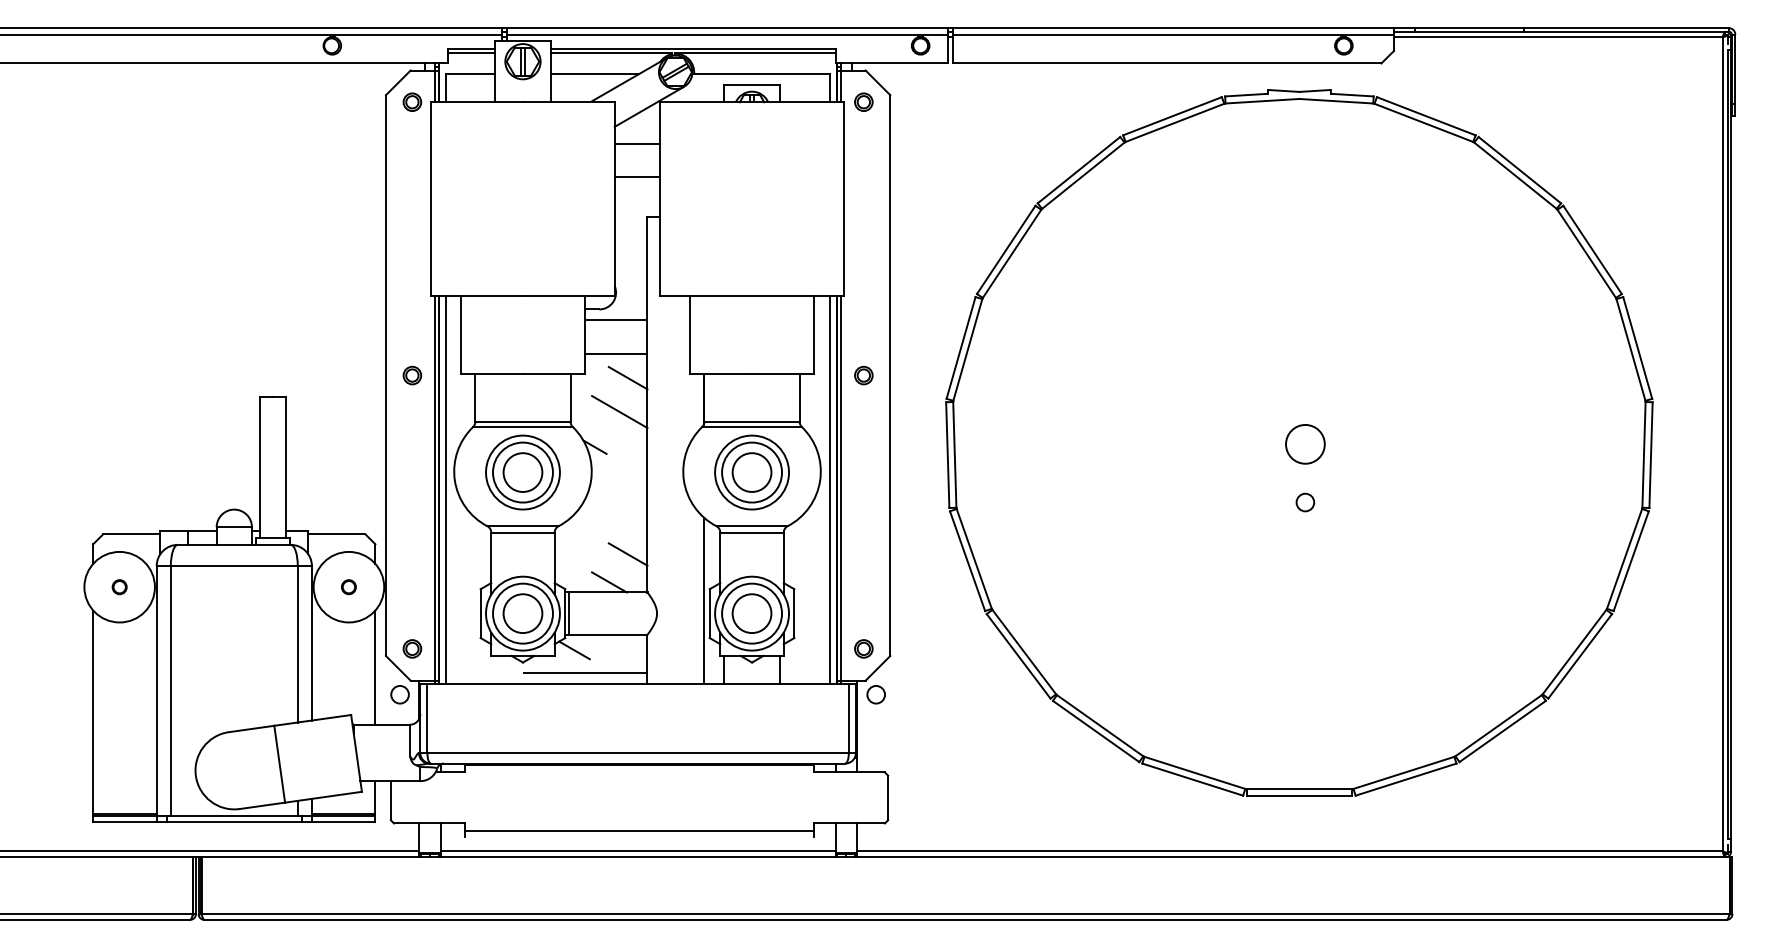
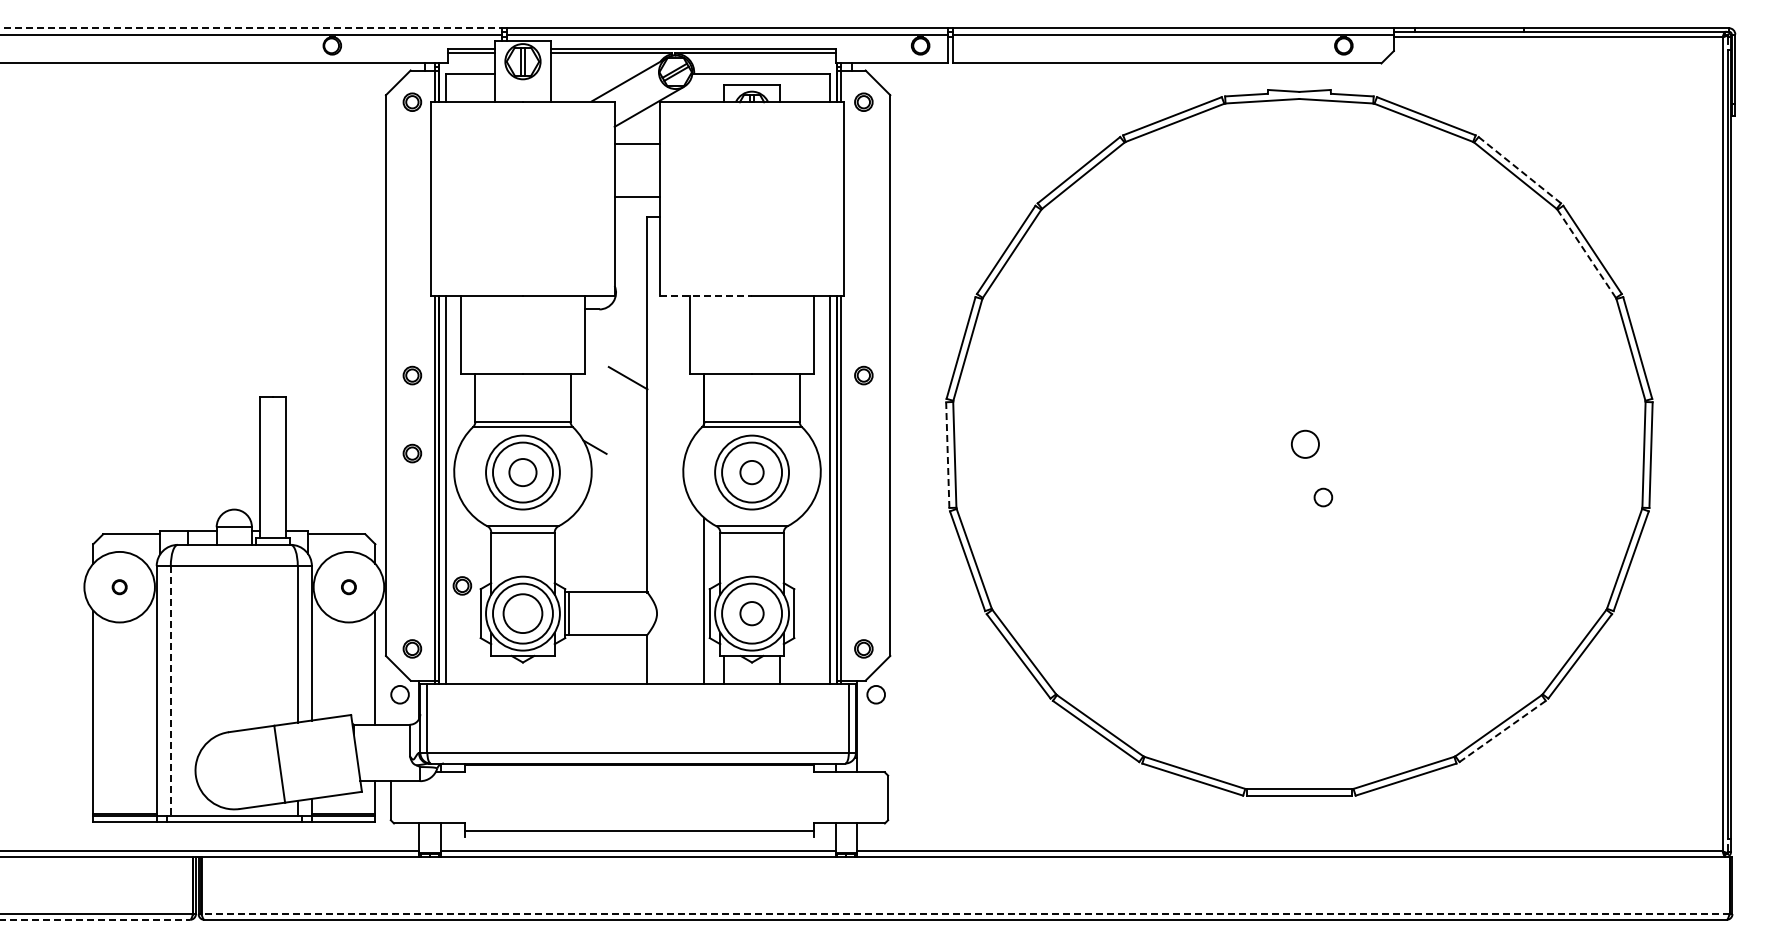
line at (251, 28): solid -> dashed
line at (595, 74): present -> none
line at (1519, 170): solid -> dashed
line at (637, 177) position: (637, 177) -> (637, 197)
line at (1586, 253): solid -> dashed
line at (706, 296): solid -> dashed
line at (615, 320): present -> none
line at (615, 353): present -> none
line at (619, 412): present -> none
circle at (1305, 443) diameter: 39 px -> 27 px
part at (412, 453): none -> present
line at (947, 455): solid -> dashed
circle at (522, 472) diameter: 39 px -> 27 px
circle at (751, 472) diameter: 39 px -> 23 px
circle at (1305, 502) position: (1305, 502) -> (1323, 497)
line at (627, 554): present -> none
line at (609, 582): present -> none
part at (462, 585): none -> present
circle at (751, 613) diameter: 39 px -> 23 px
line at (574, 650): present -> none
line at (585, 672): present -> none
line at (170, 691): solid -> dashed
line at (1502, 731): solid -> dashed
line at (965, 914): solid -> dashed
line at (95, 919): solid -> dashed
